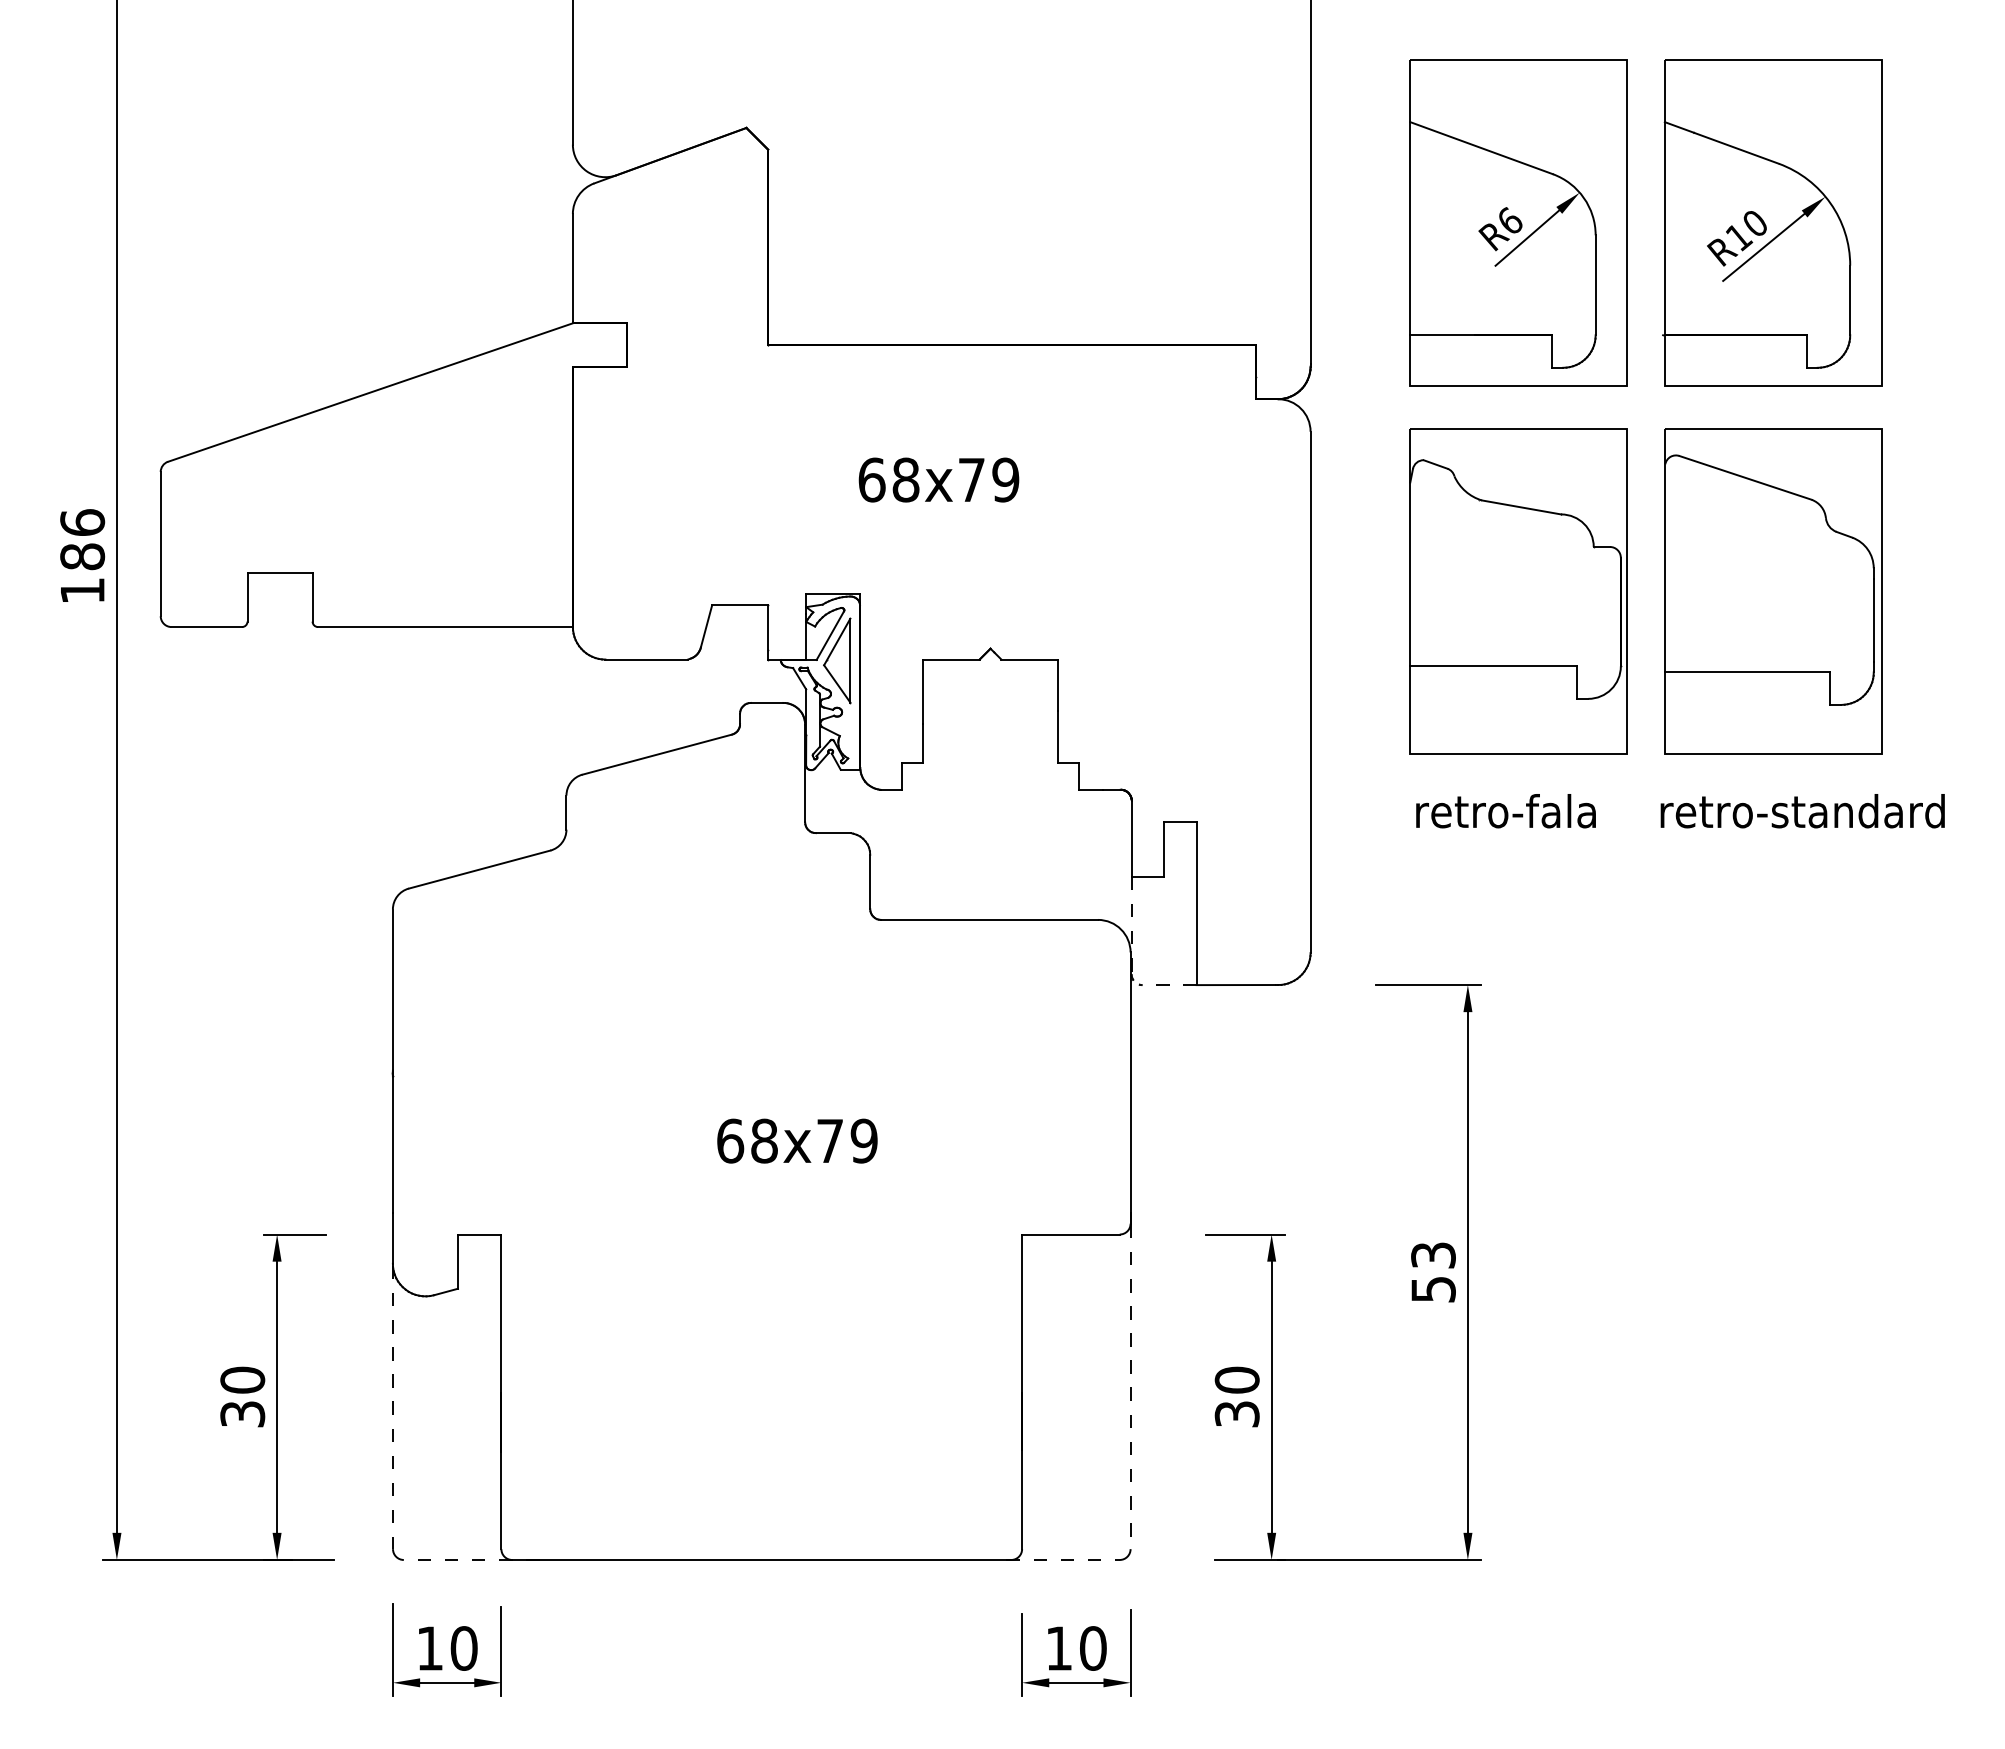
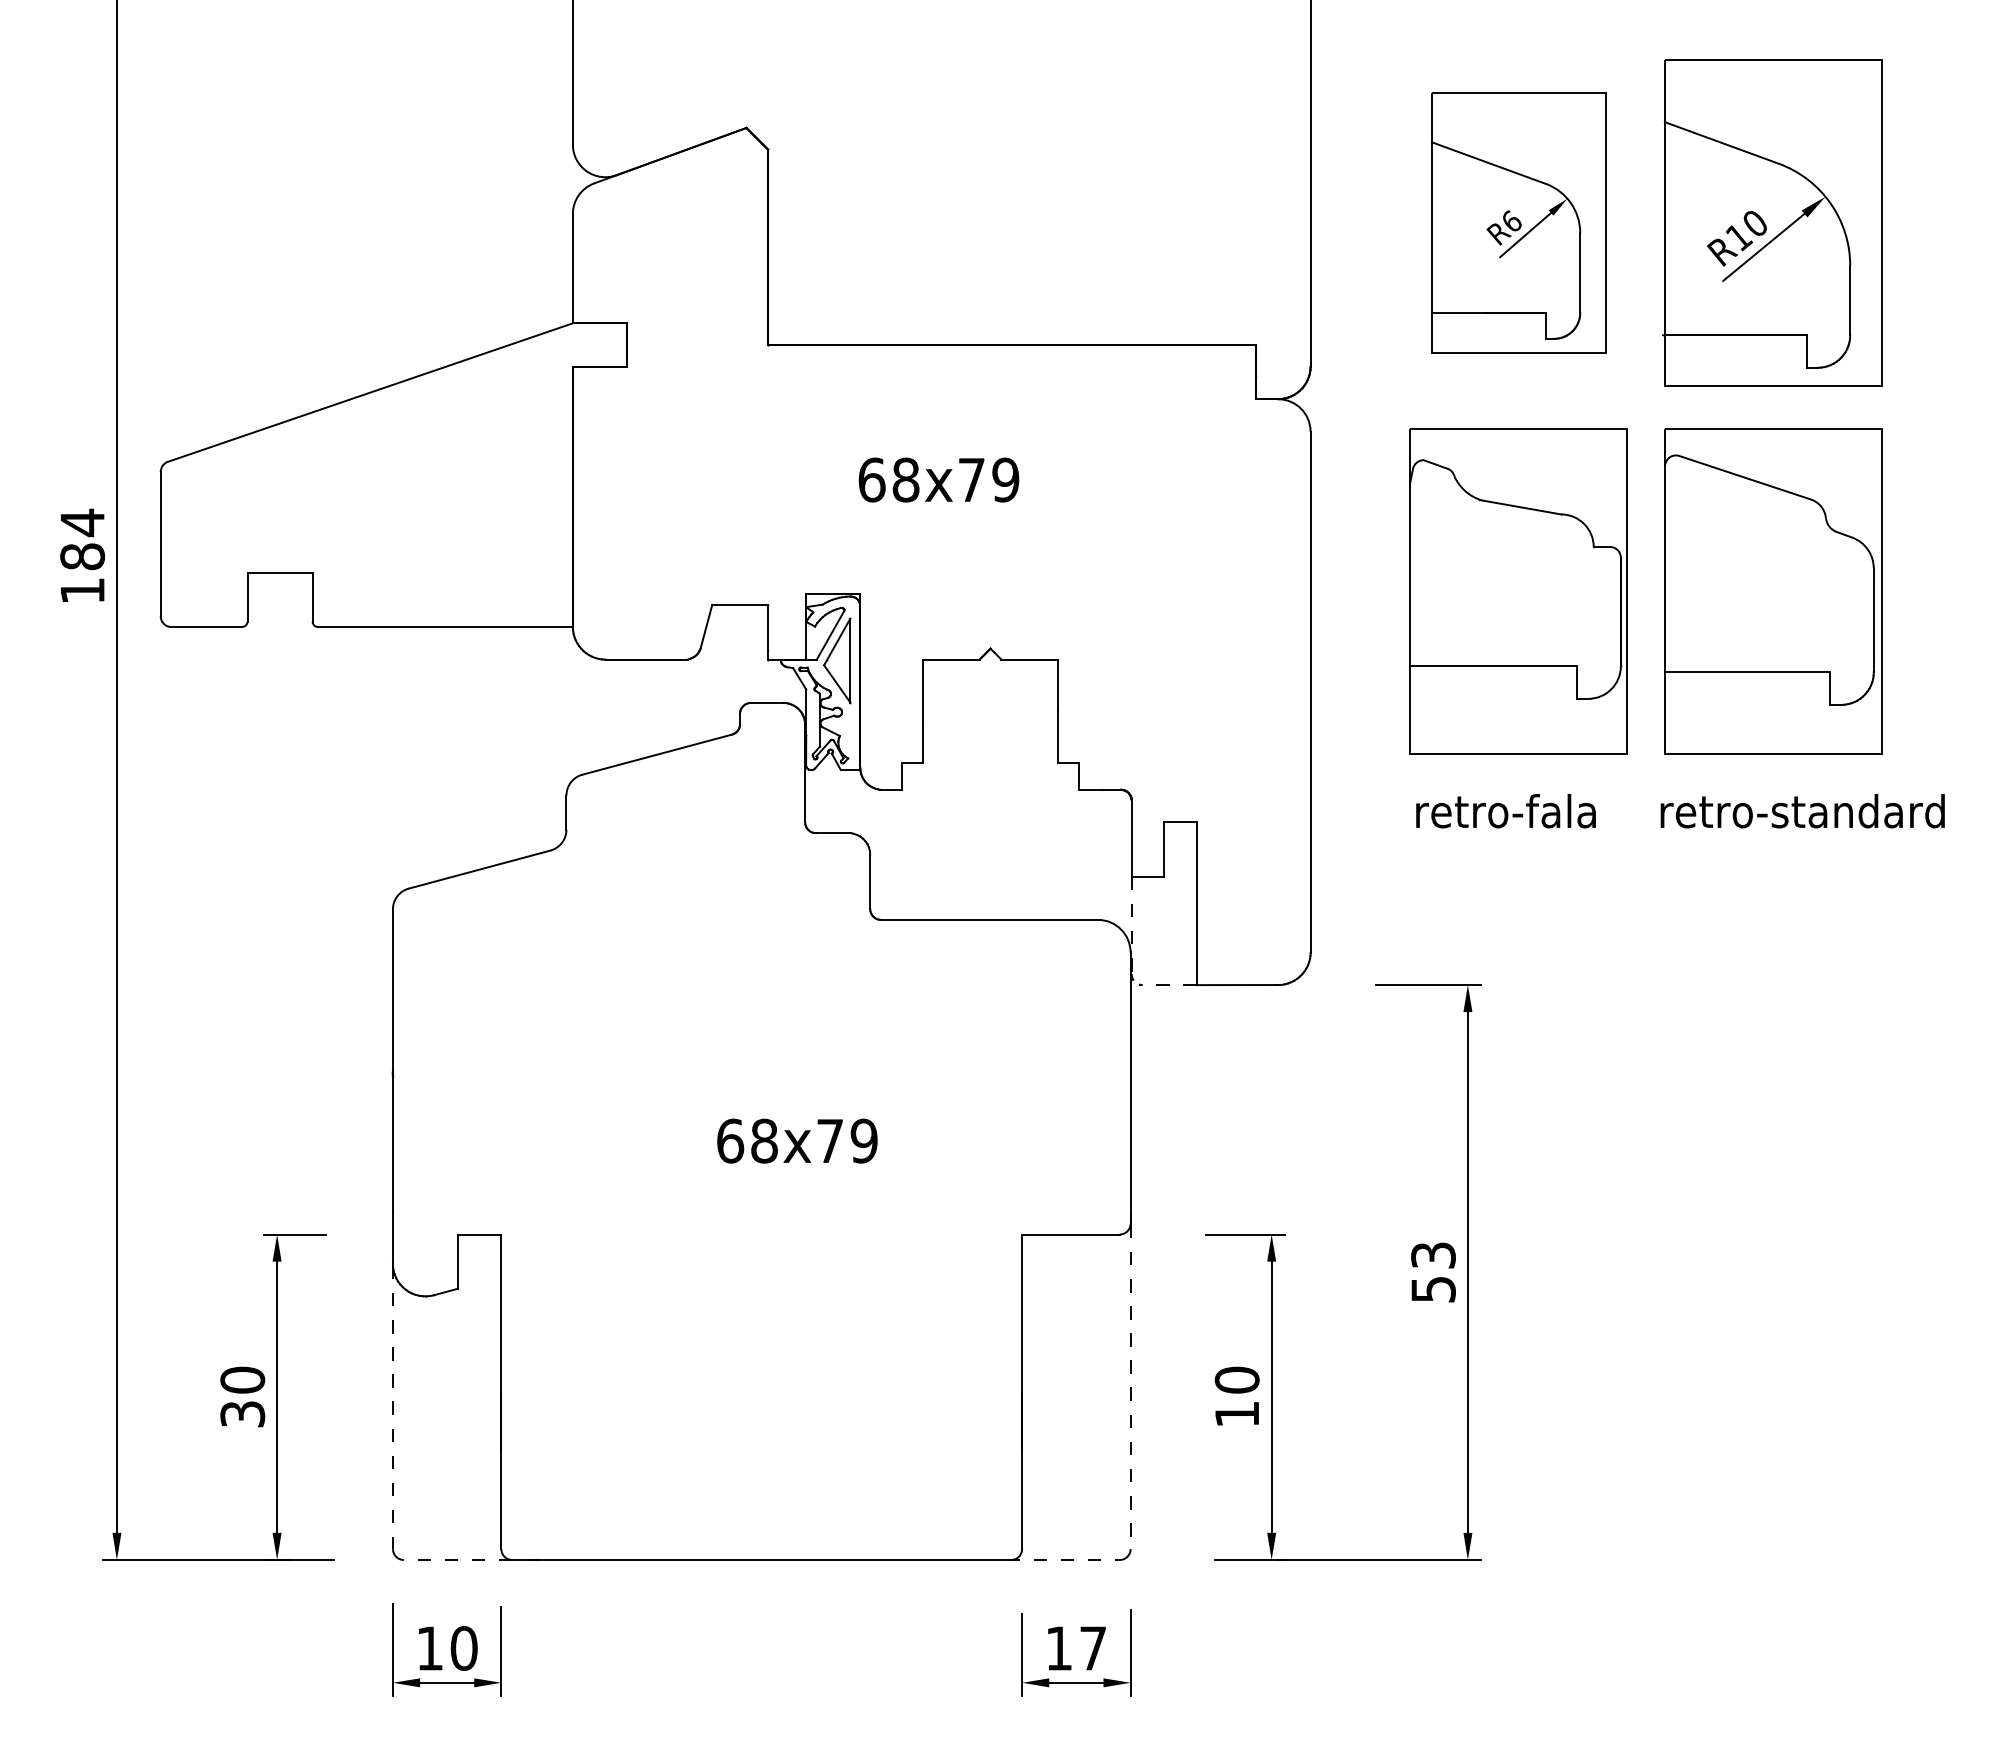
part at (1518, 222) size: 219x328 px -> 177x262 px
text at (82, 522): 186 -> 184
text at (1236, 1414): 30 -> 10
text at (1093, 1648): 10 -> 17
